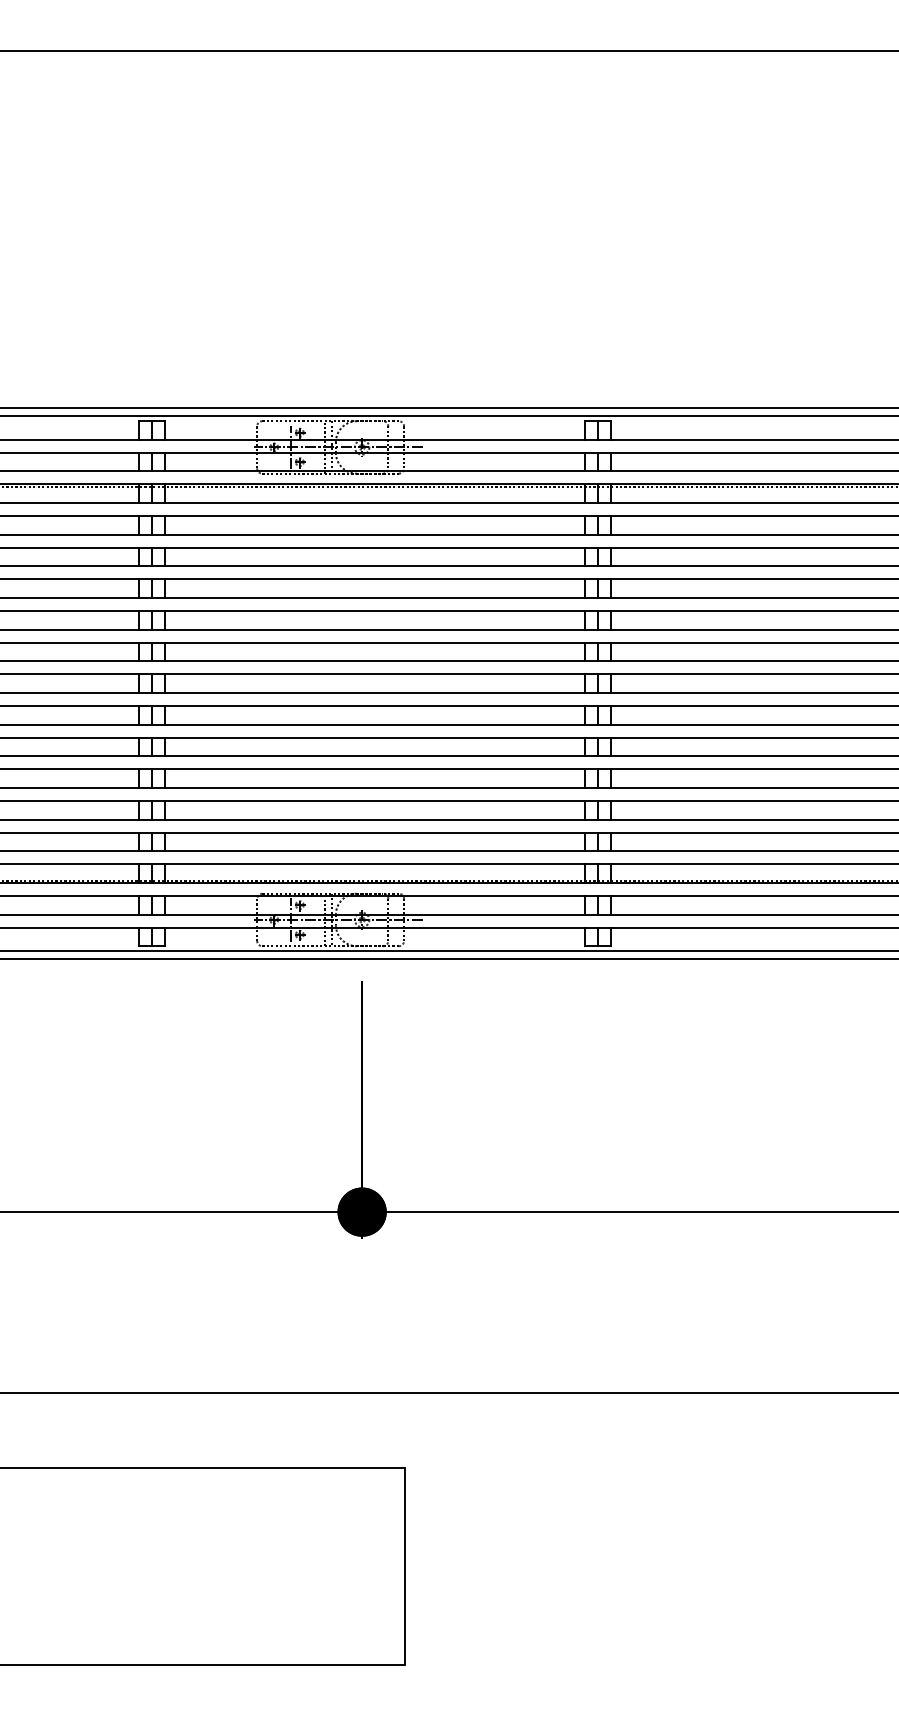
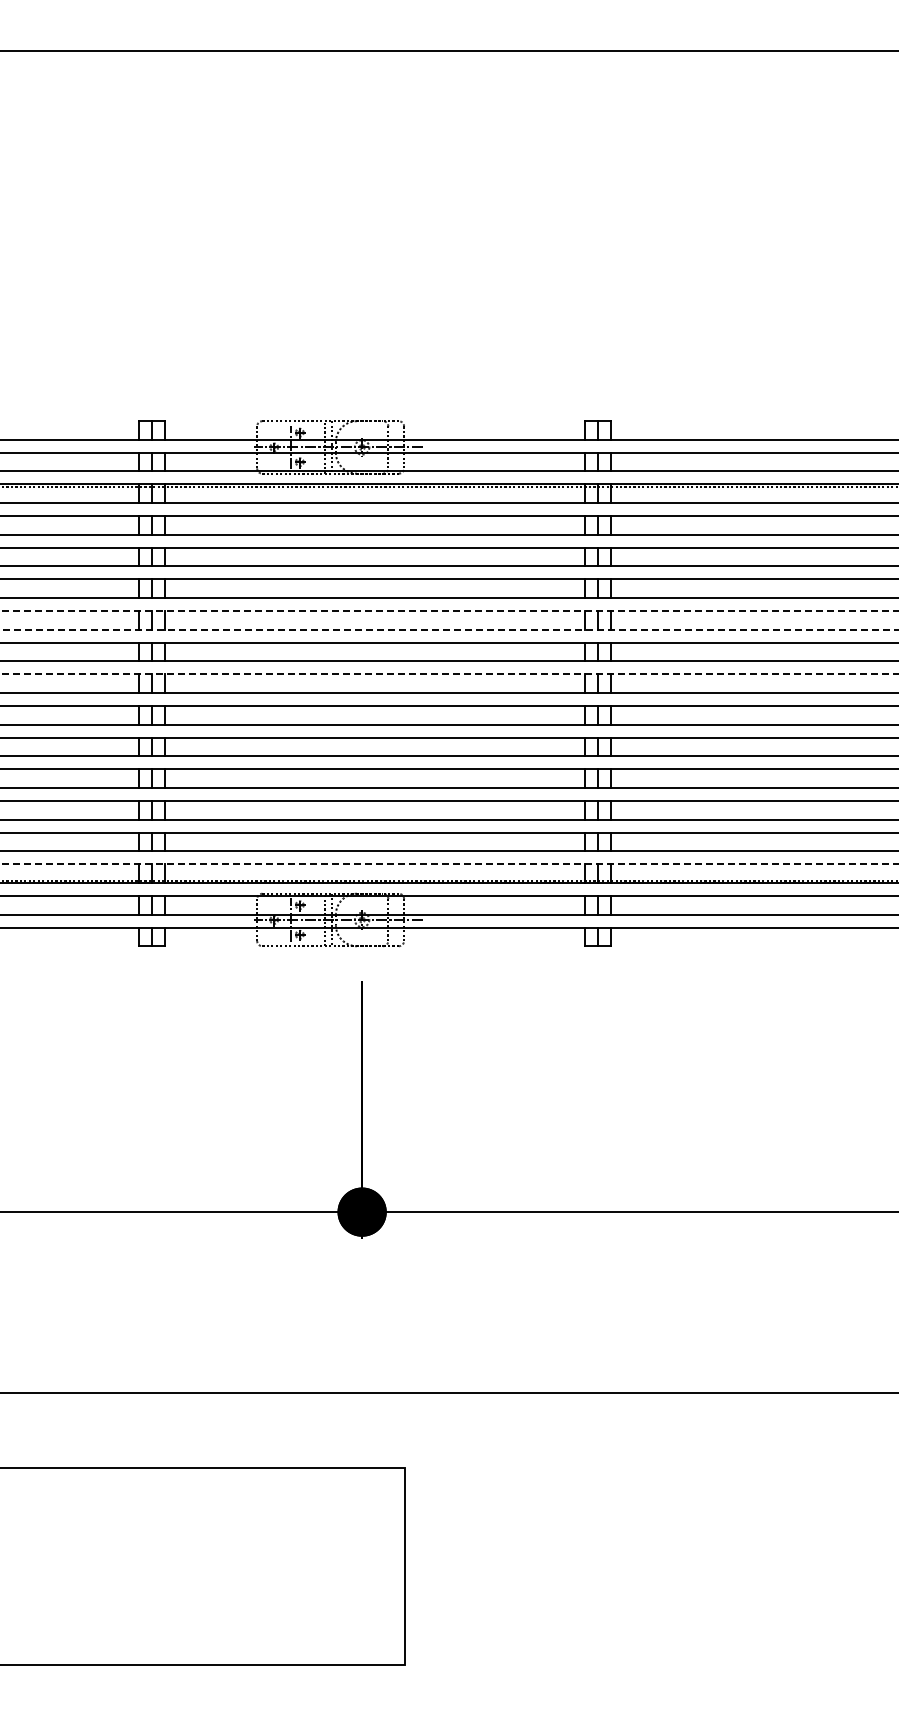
line at (448, 408): present -> none
line at (448, 415): present -> none
line at (449, 611): solid -> dashed
line at (449, 629): solid -> dashed
line at (449, 674): solid -> dashed
line at (449, 864): solid -> dashed
line at (448, 951): present -> none
line at (448, 959): present -> none
